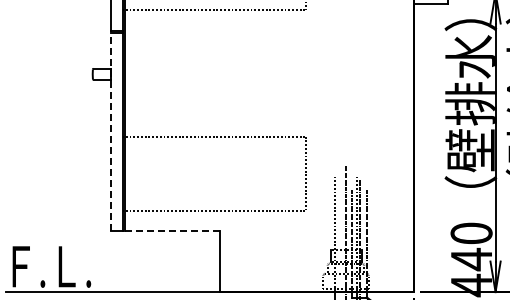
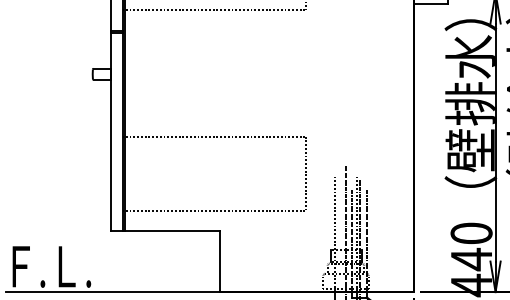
line at (111, 132): dashed -> solid
line at (172, 230): dashed -> solid
